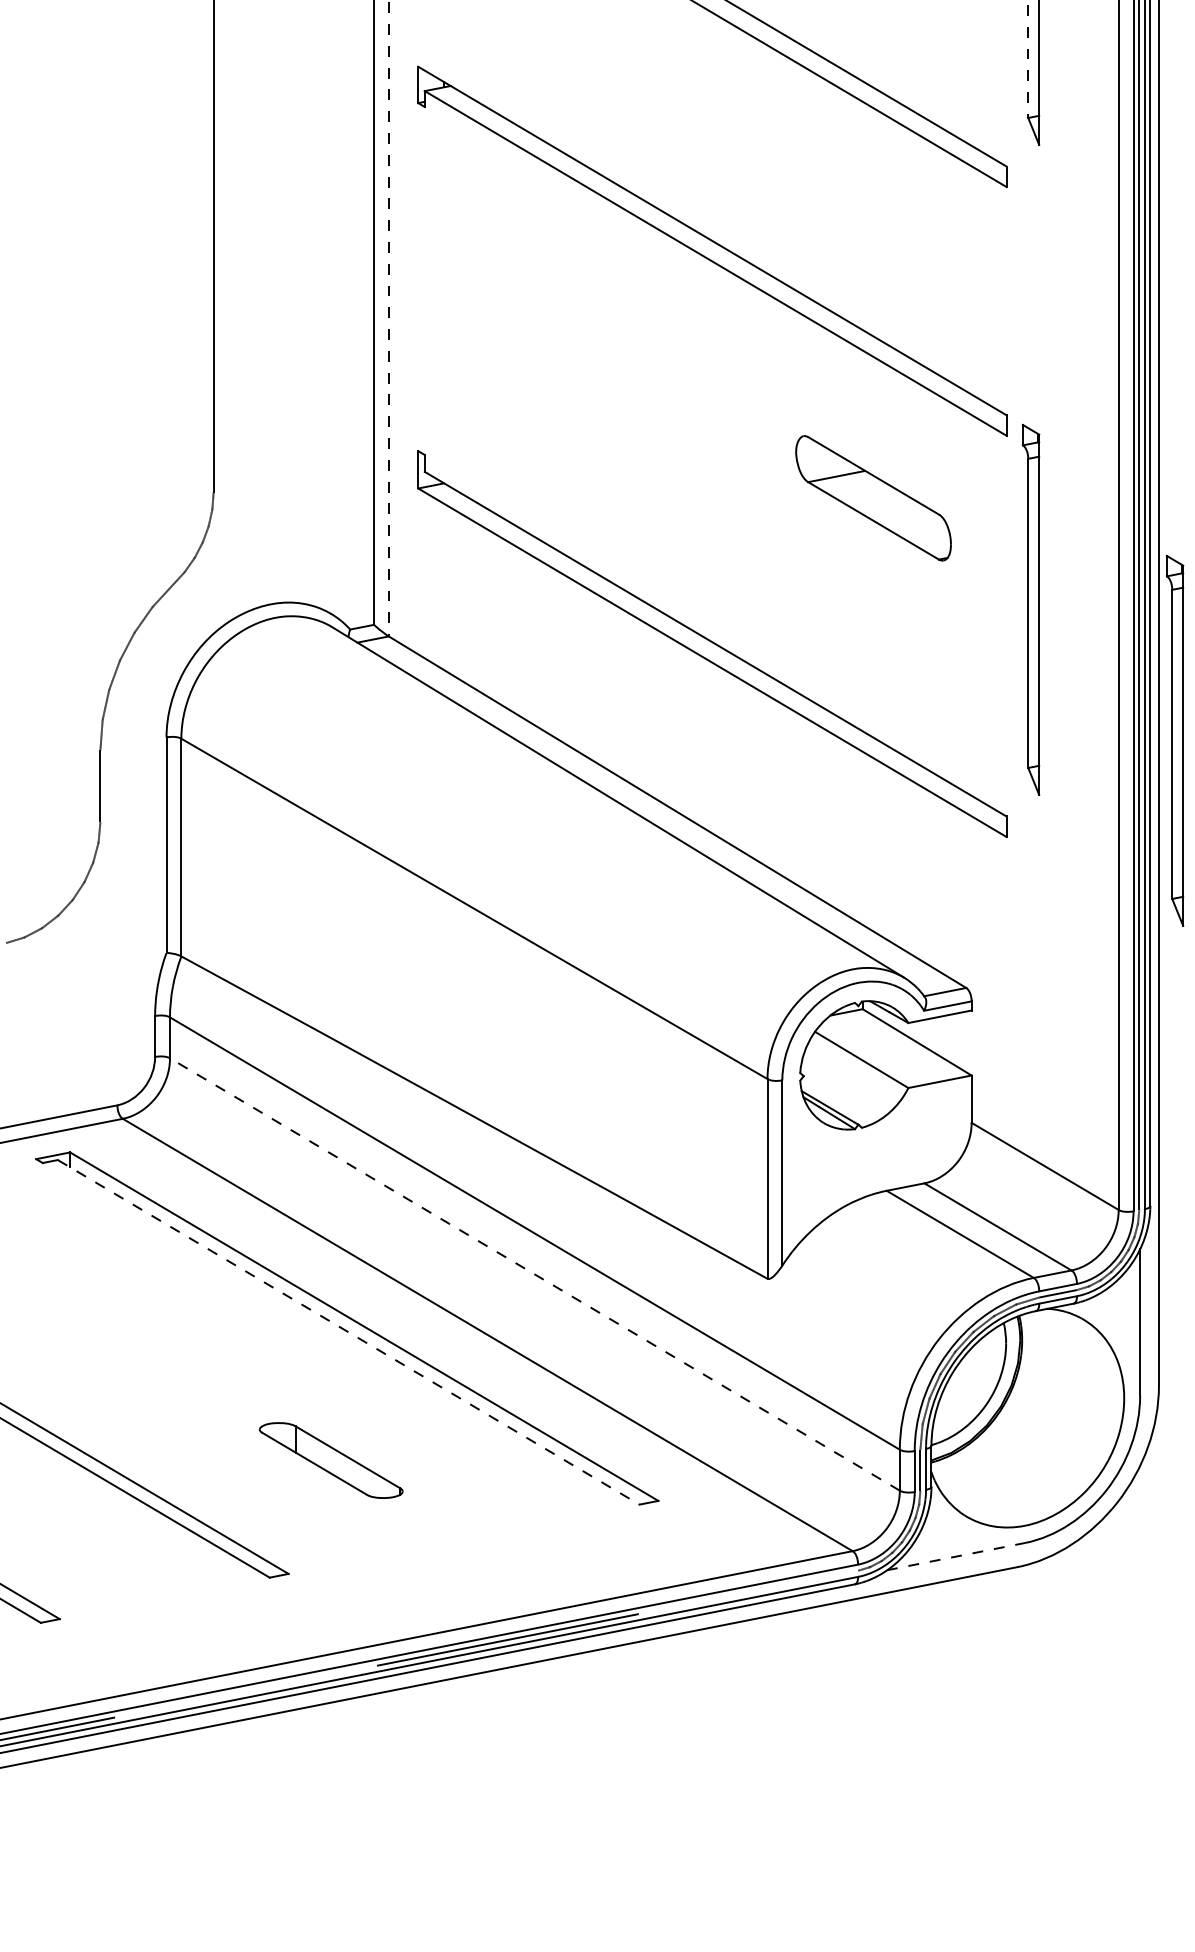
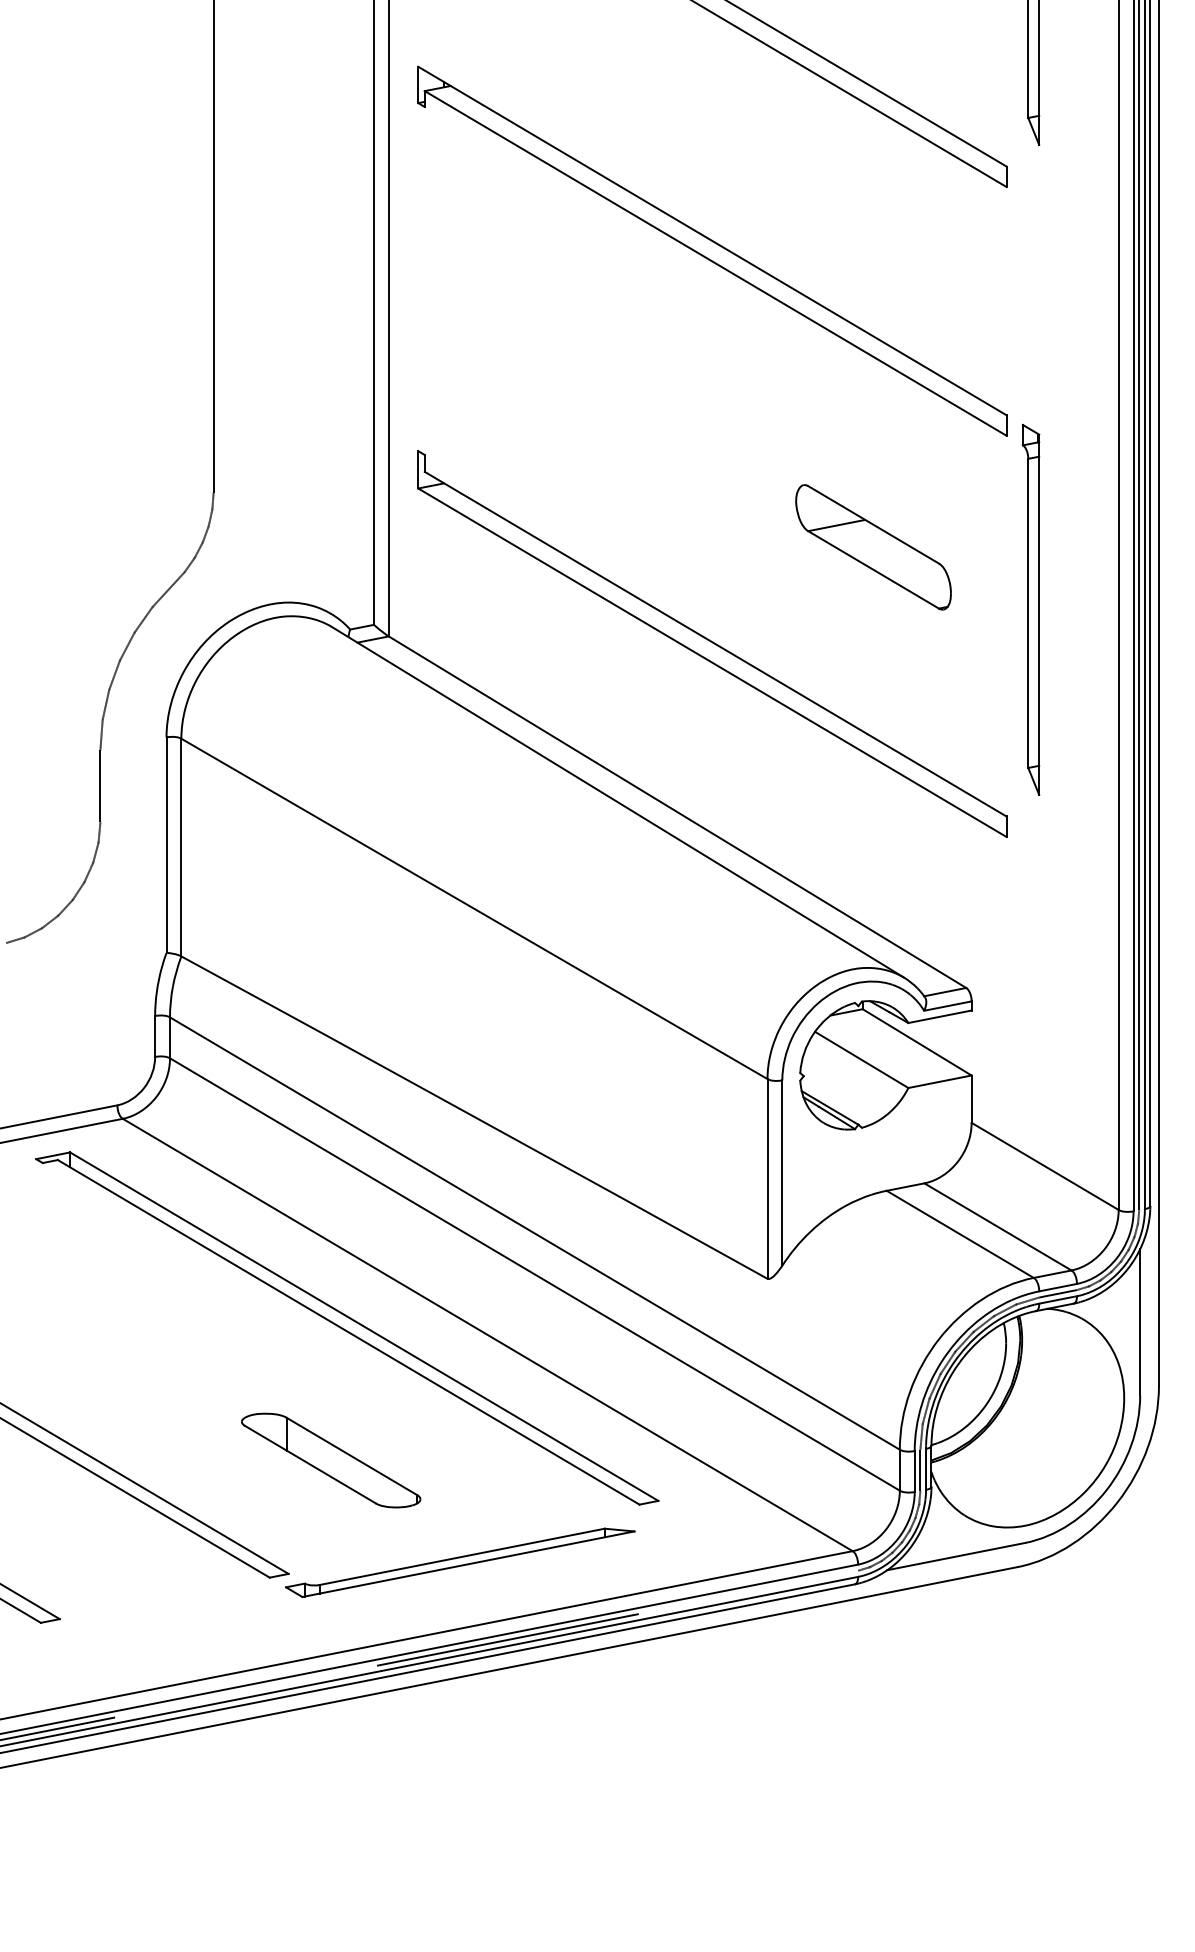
line at (1028, 59): dashed -> solid
line at (388, 318): dashed -> solid
part at (873, 498) position: (873, 498) -> (873, 547)
part at (1174, 740): present -> none
line at (534, 1274): dashed -> solid
line at (349, 1332): dashed -> solid
part at (331, 1460) size: 145x77 px -> 181x97 px
line at (956, 1556): dashed -> solid
part at (460, 1562): none -> present
